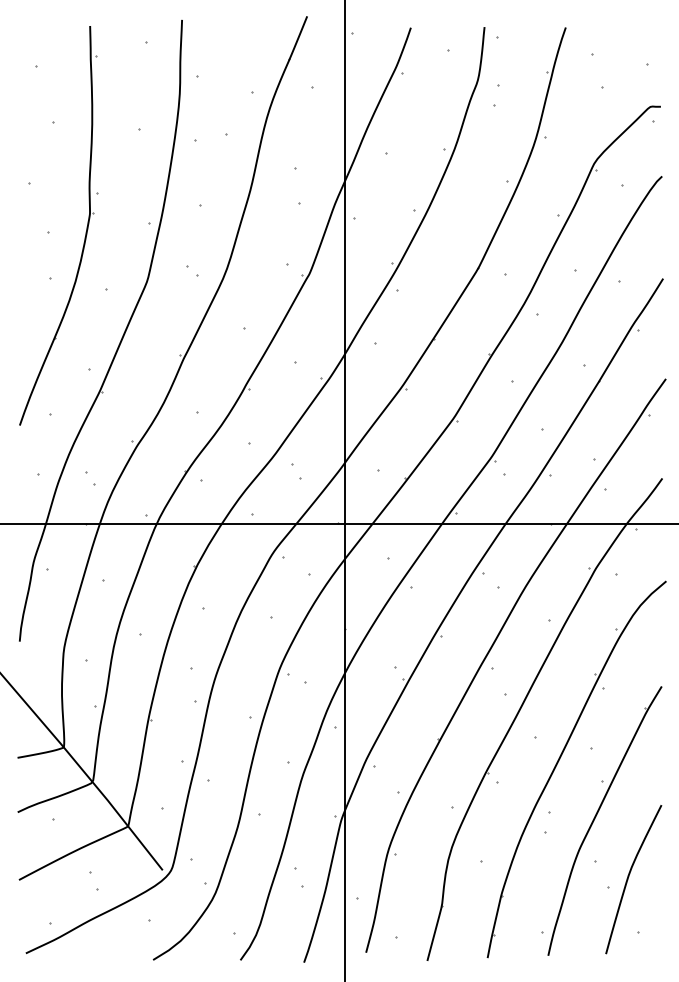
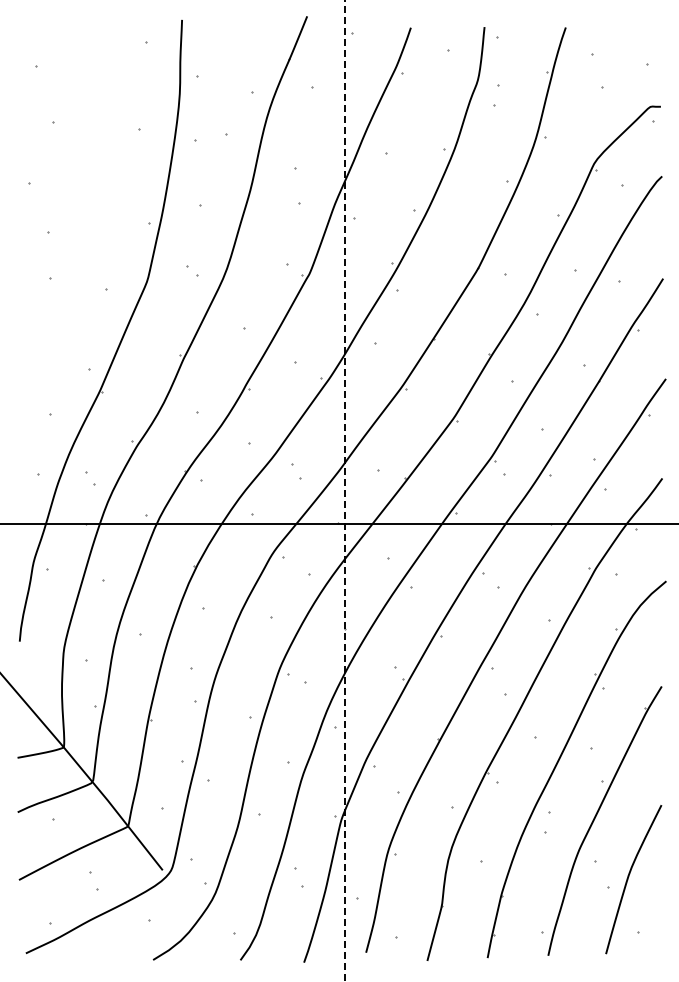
part at (85, 232): present -> none
line at (345, 490): solid -> dashed
